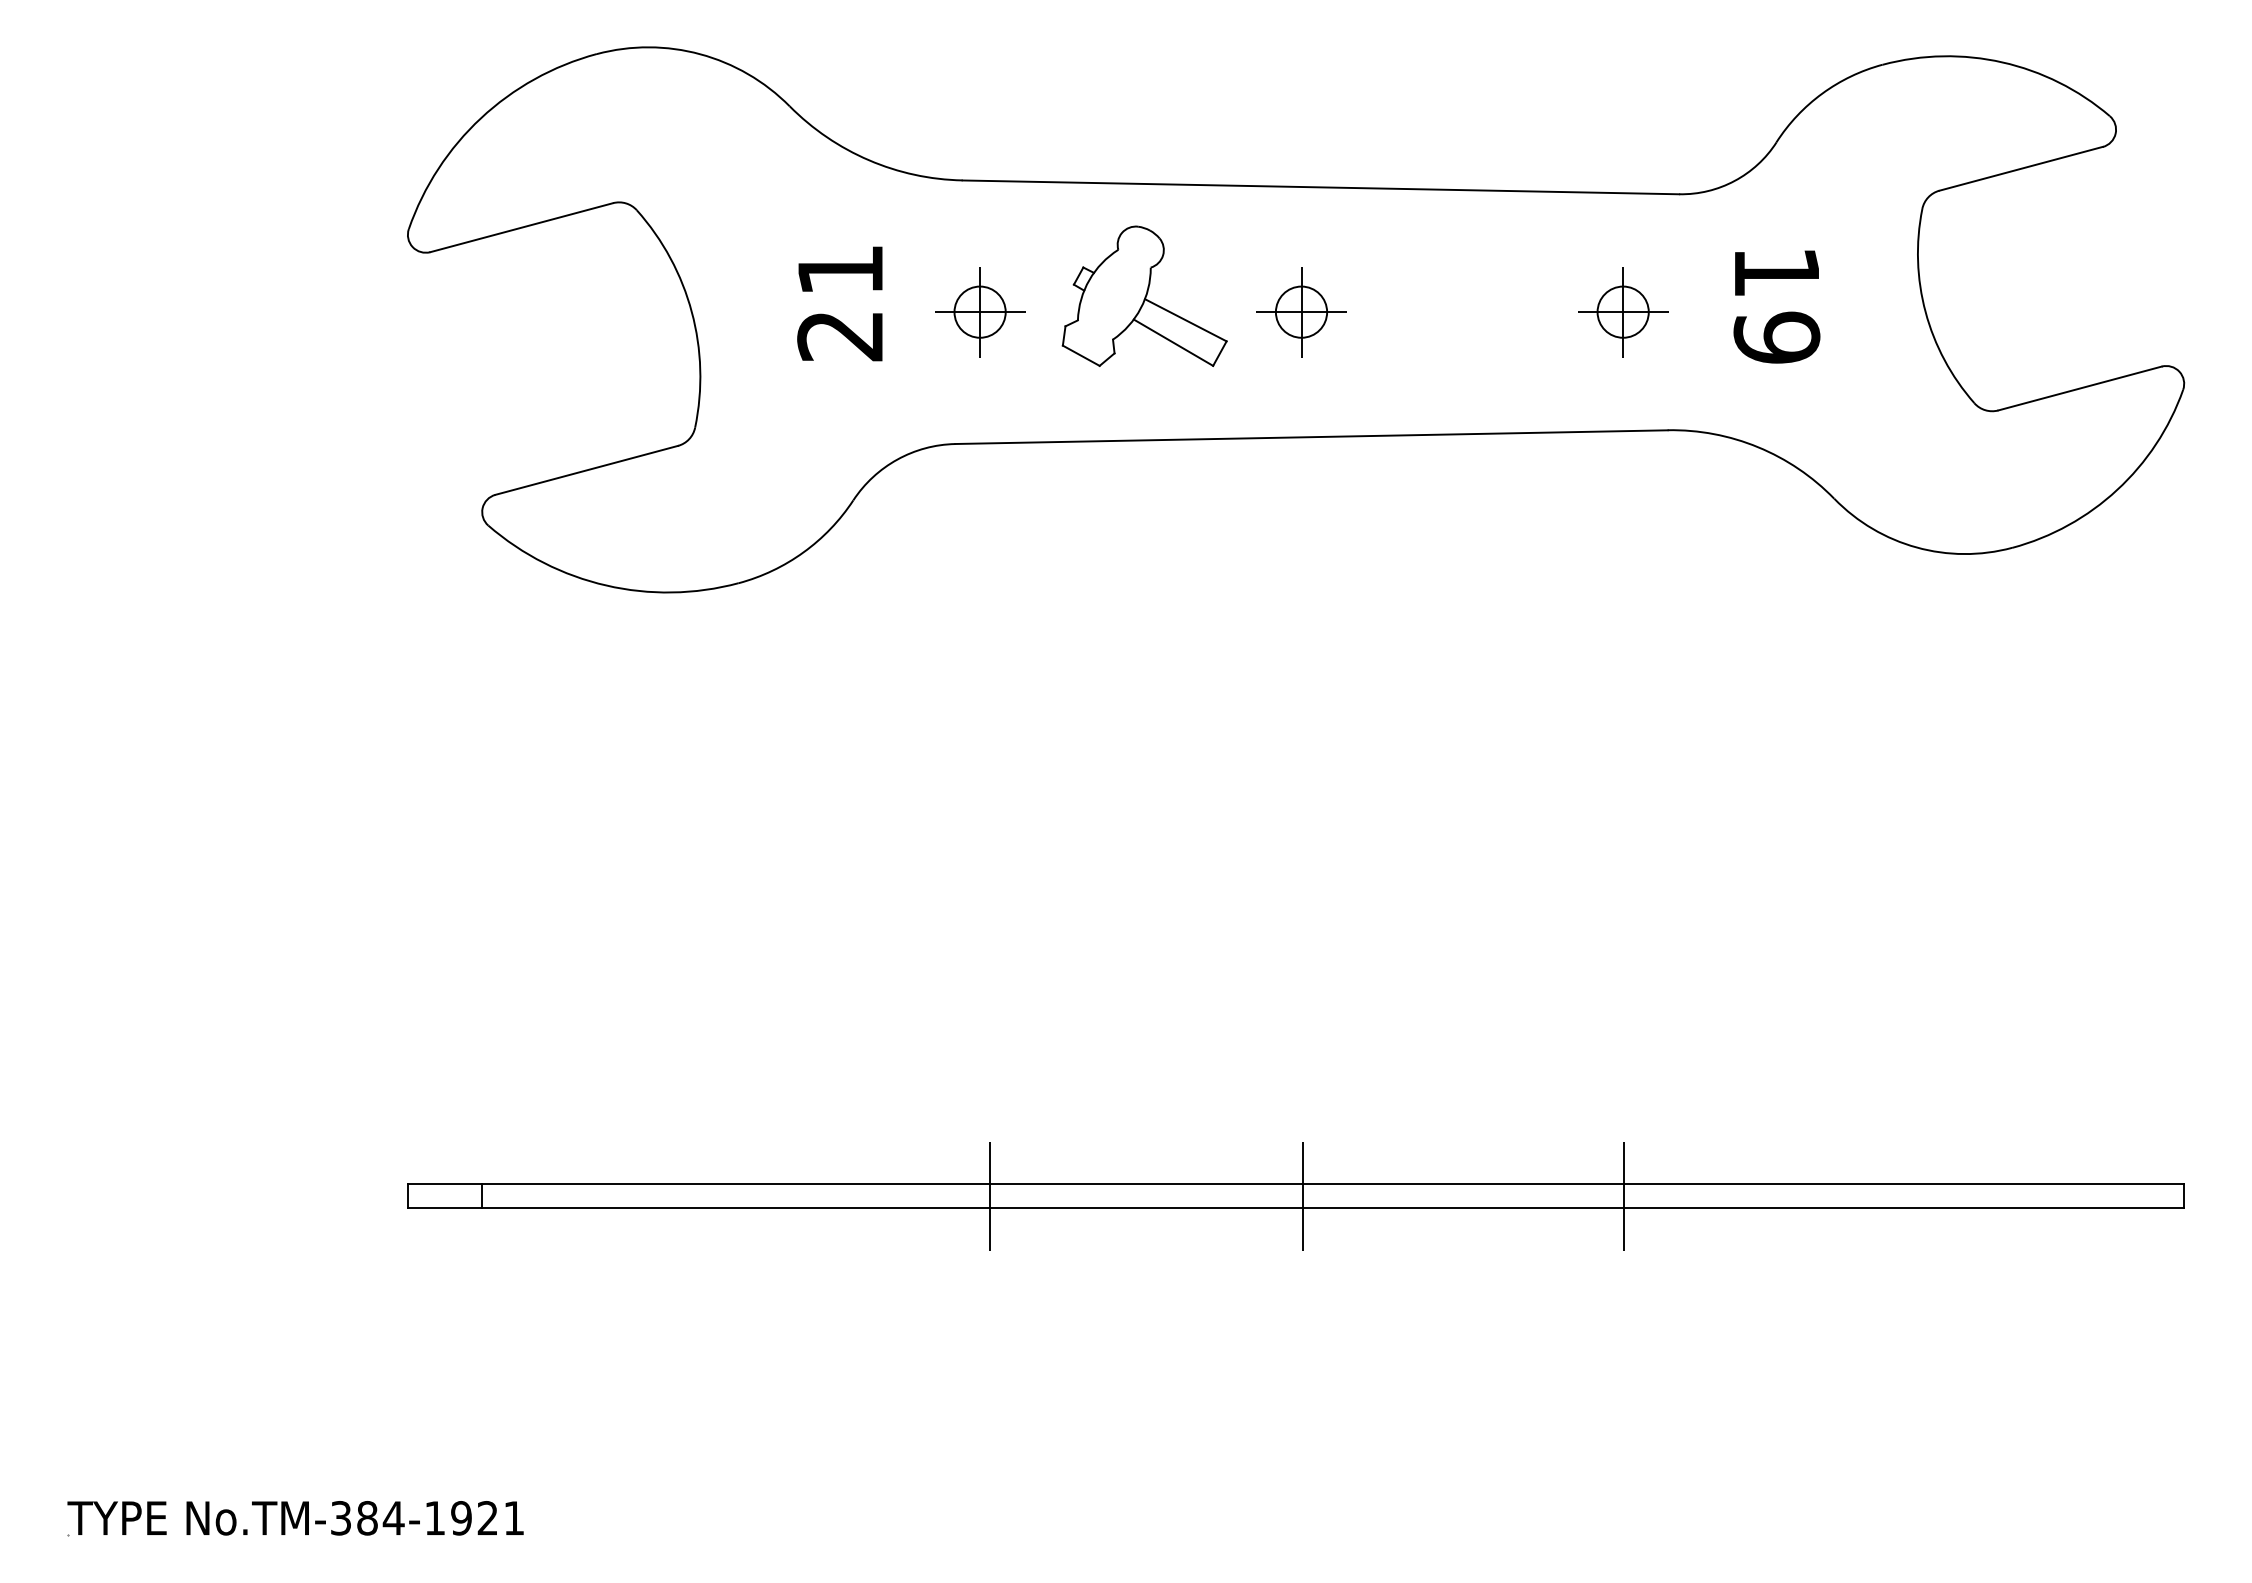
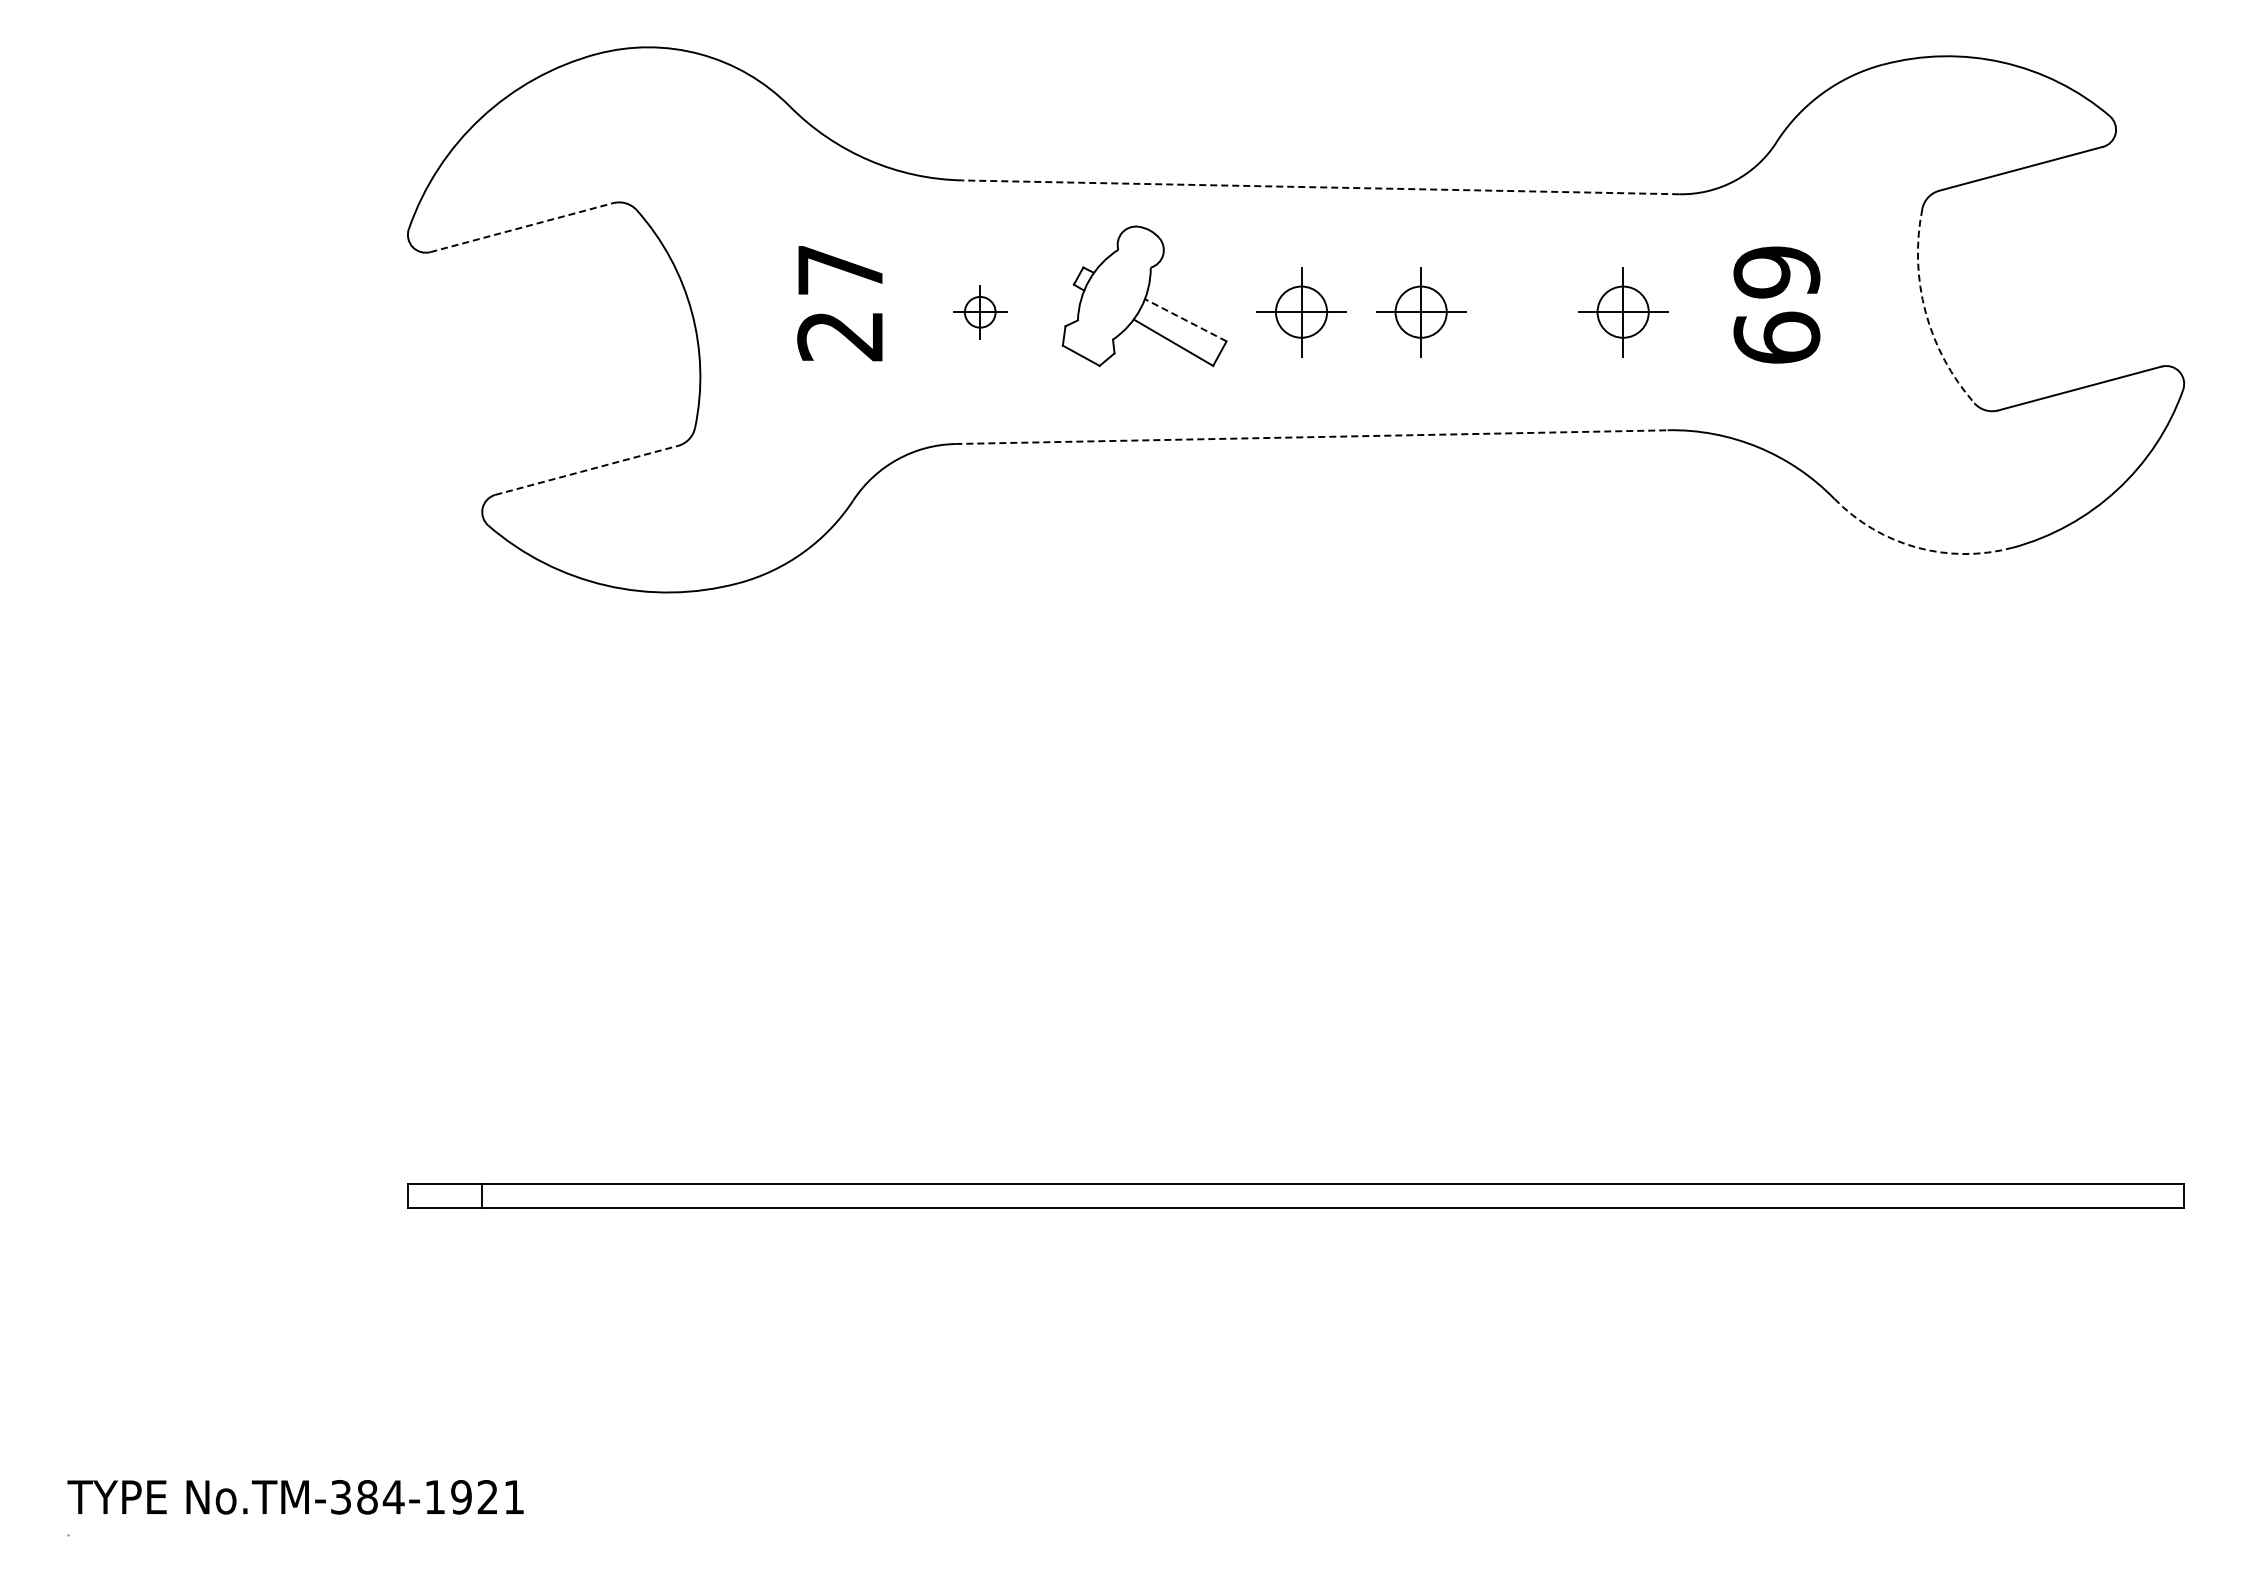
line at (1320, 187): solid -> dashed
line at (521, 227): solid -> dashed
text at (840, 270): 21 -> 27
text at (1776, 272): 19 -> 69
part at (980, 312) size: 91x91 px -> 55x55 px
part at (1421, 312): none -> present
arc at (1925, 312): solid -> dashed
line at (1185, 320): solid -> dashed
line at (1312, 437): solid -> dashed
line at (586, 470): solid -> dashed
arc at (1916, 547): solid -> dashed
line at (989, 1196): present -> none
line at (1302, 1196): present -> none
line at (1624, 1196): present -> none
text at (295, 1518) position: (295, 1518) -> (295, 1497)
